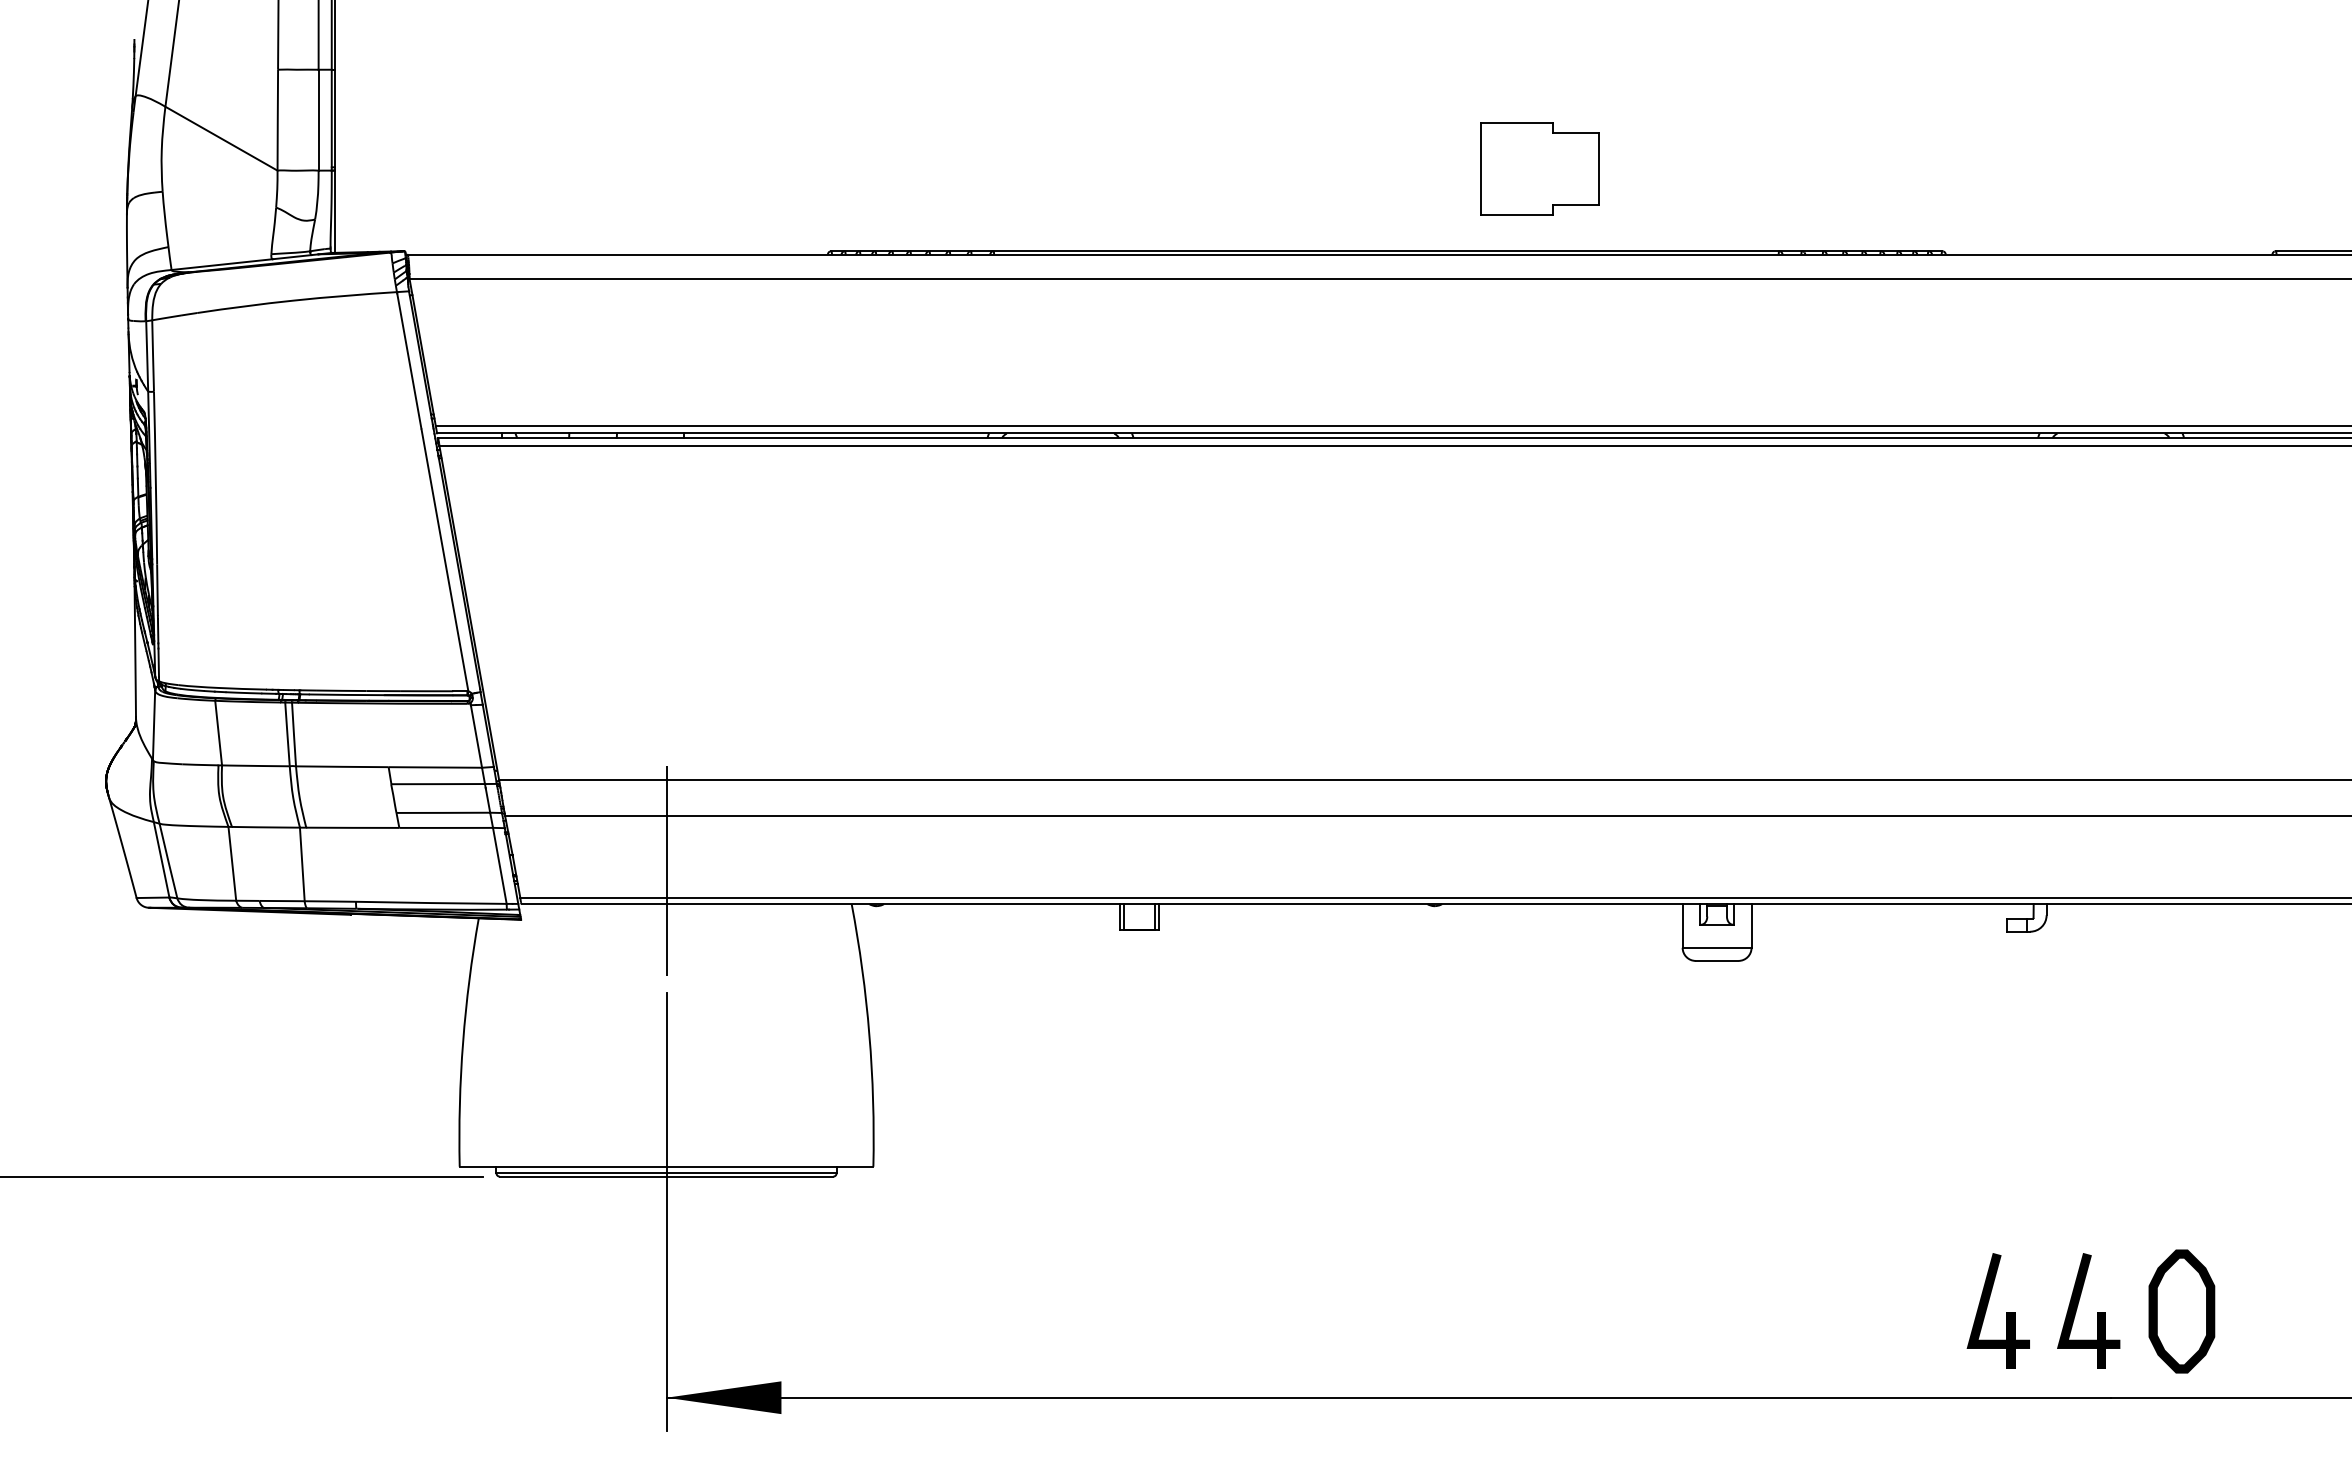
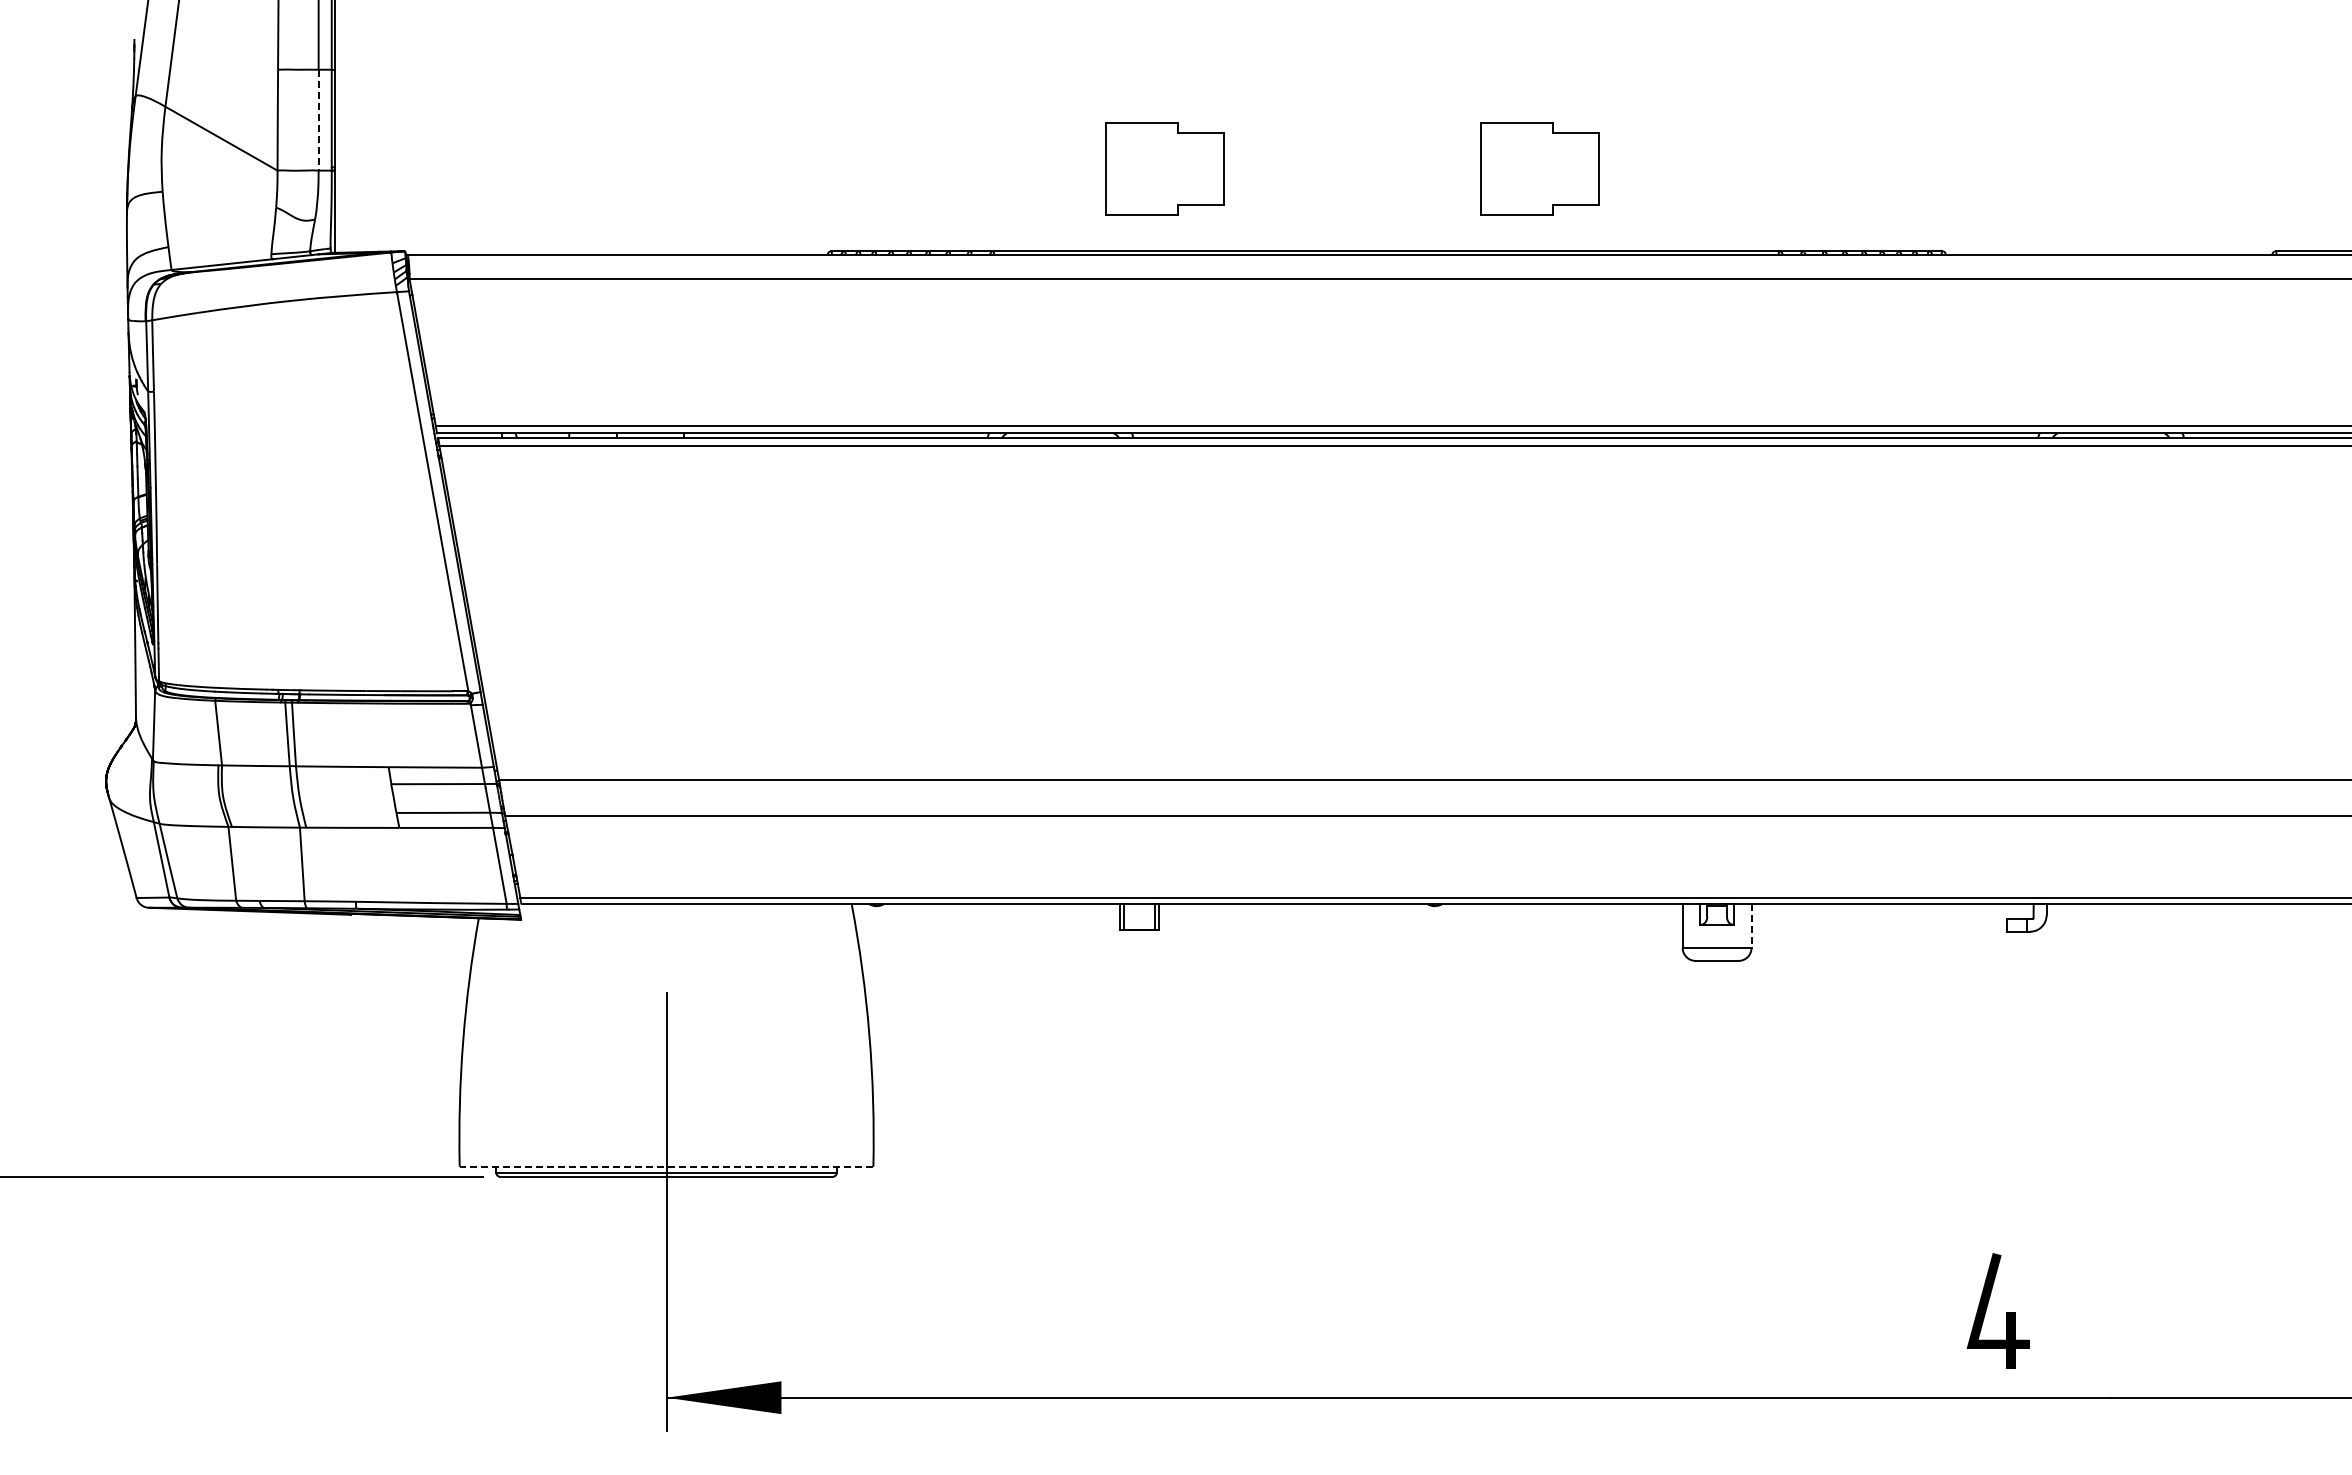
line at (318, 120): solid -> dashed
part at (1164, 168): none -> present
line at (666, 871): present -> none
line at (1751, 925): solid -> dashed
line at (666, 1166): solid -> dashed
part at (2181, 1311): present -> none
part at (2097, 1312): present -> none
